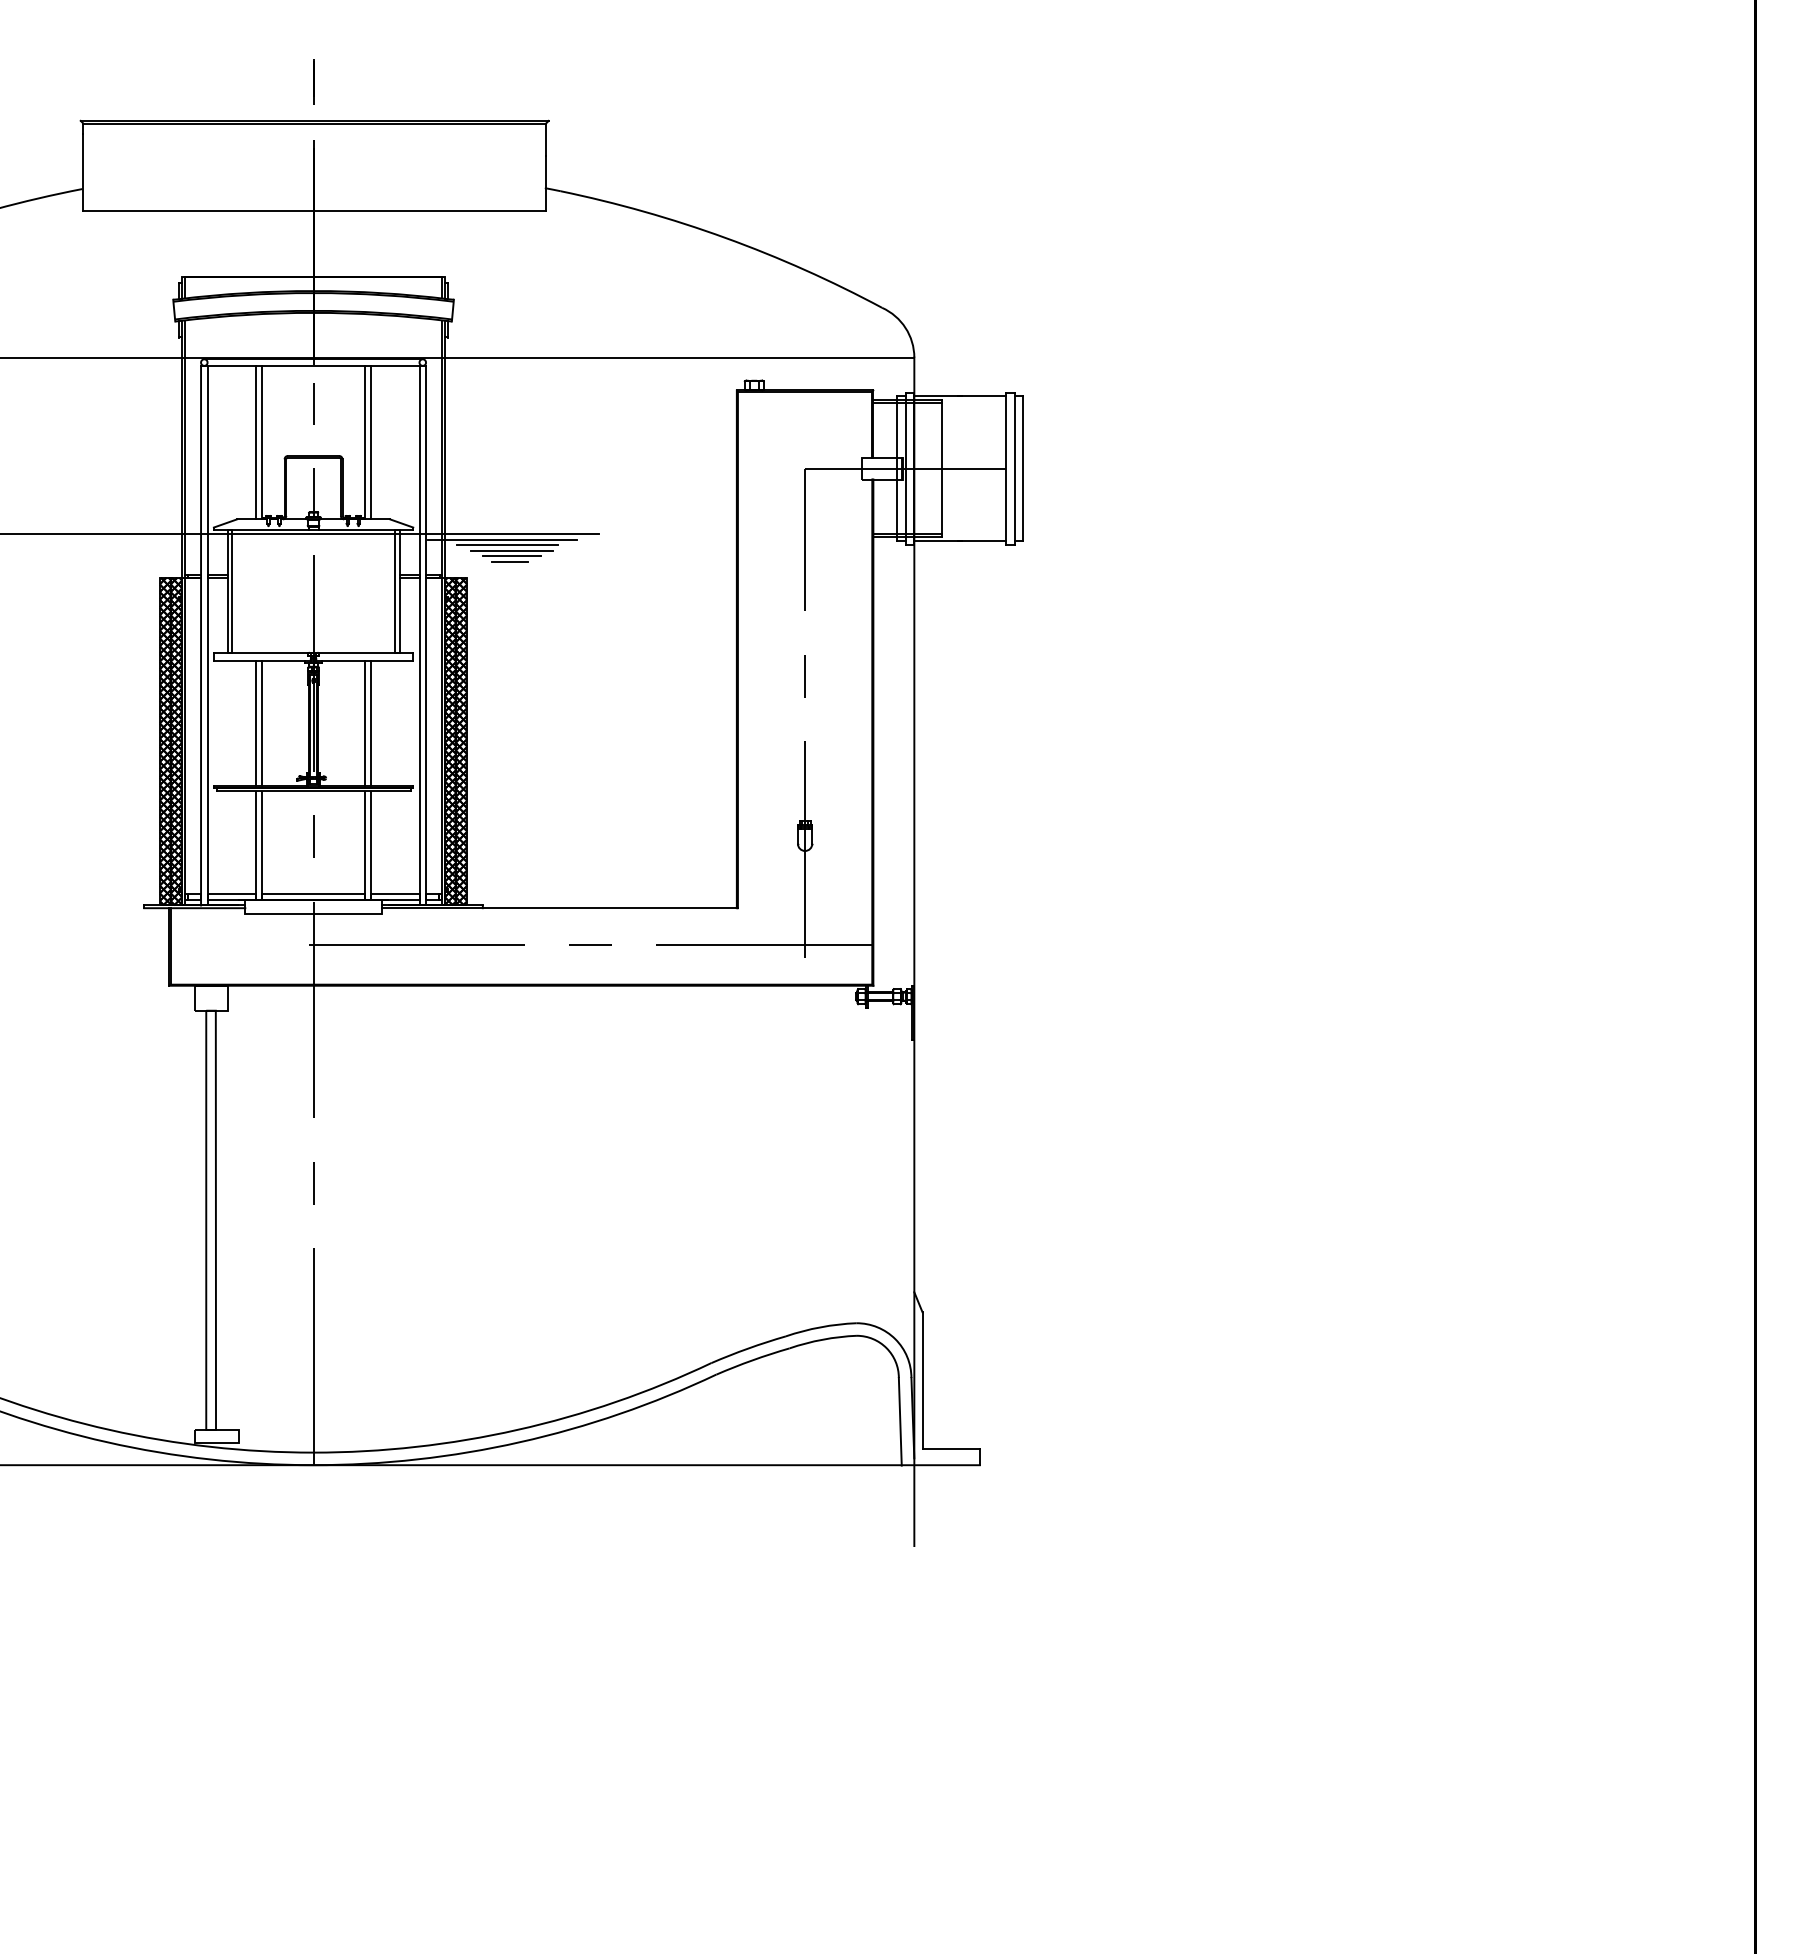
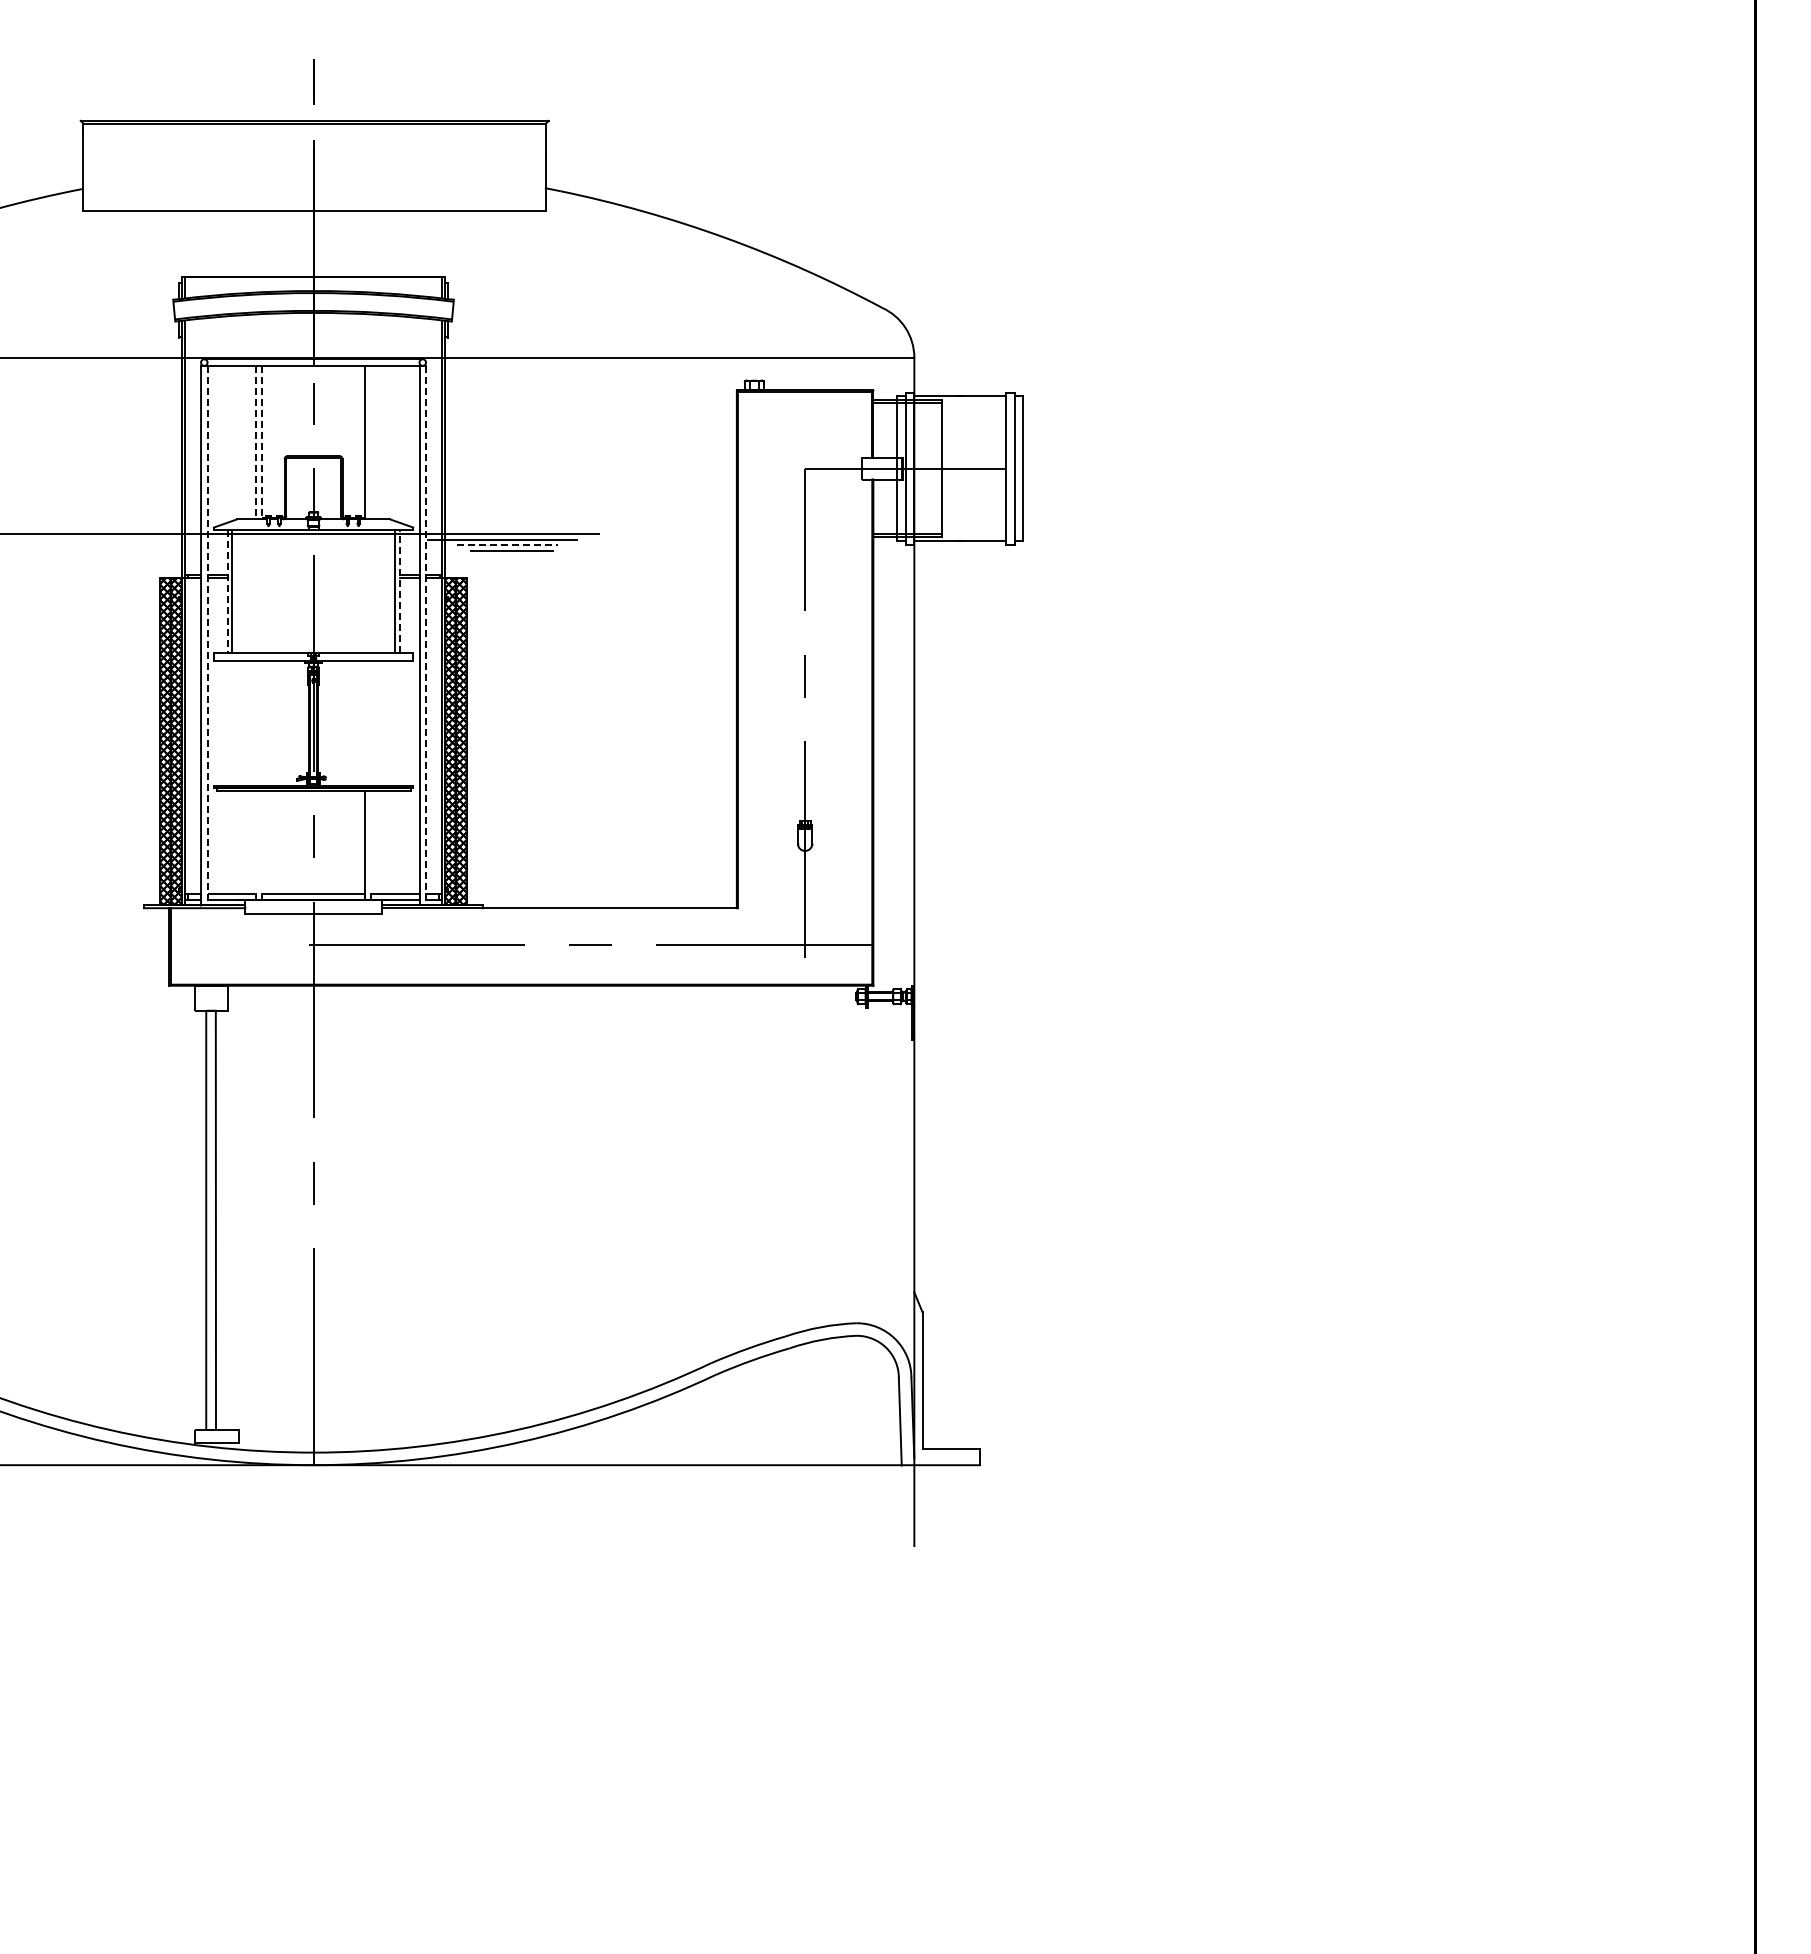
line at (371, 441): present -> none
line at (255, 442): solid -> dashed
line at (262, 442): solid -> dashed
line at (507, 545): solid -> dashed
line at (511, 556): present -> none
line at (510, 561): present -> none
line at (399, 591): solid -> dashed
line at (227, 592): solid -> dashed
line at (207, 635): solid -> dashed
line at (426, 635): solid -> dashed
line at (255, 723): present -> none
line at (262, 723): present -> none
line at (364, 723): present -> none
line at (371, 723): present -> none
line at (255, 845): present -> none
line at (262, 845): present -> none
line at (371, 845): present -> none
